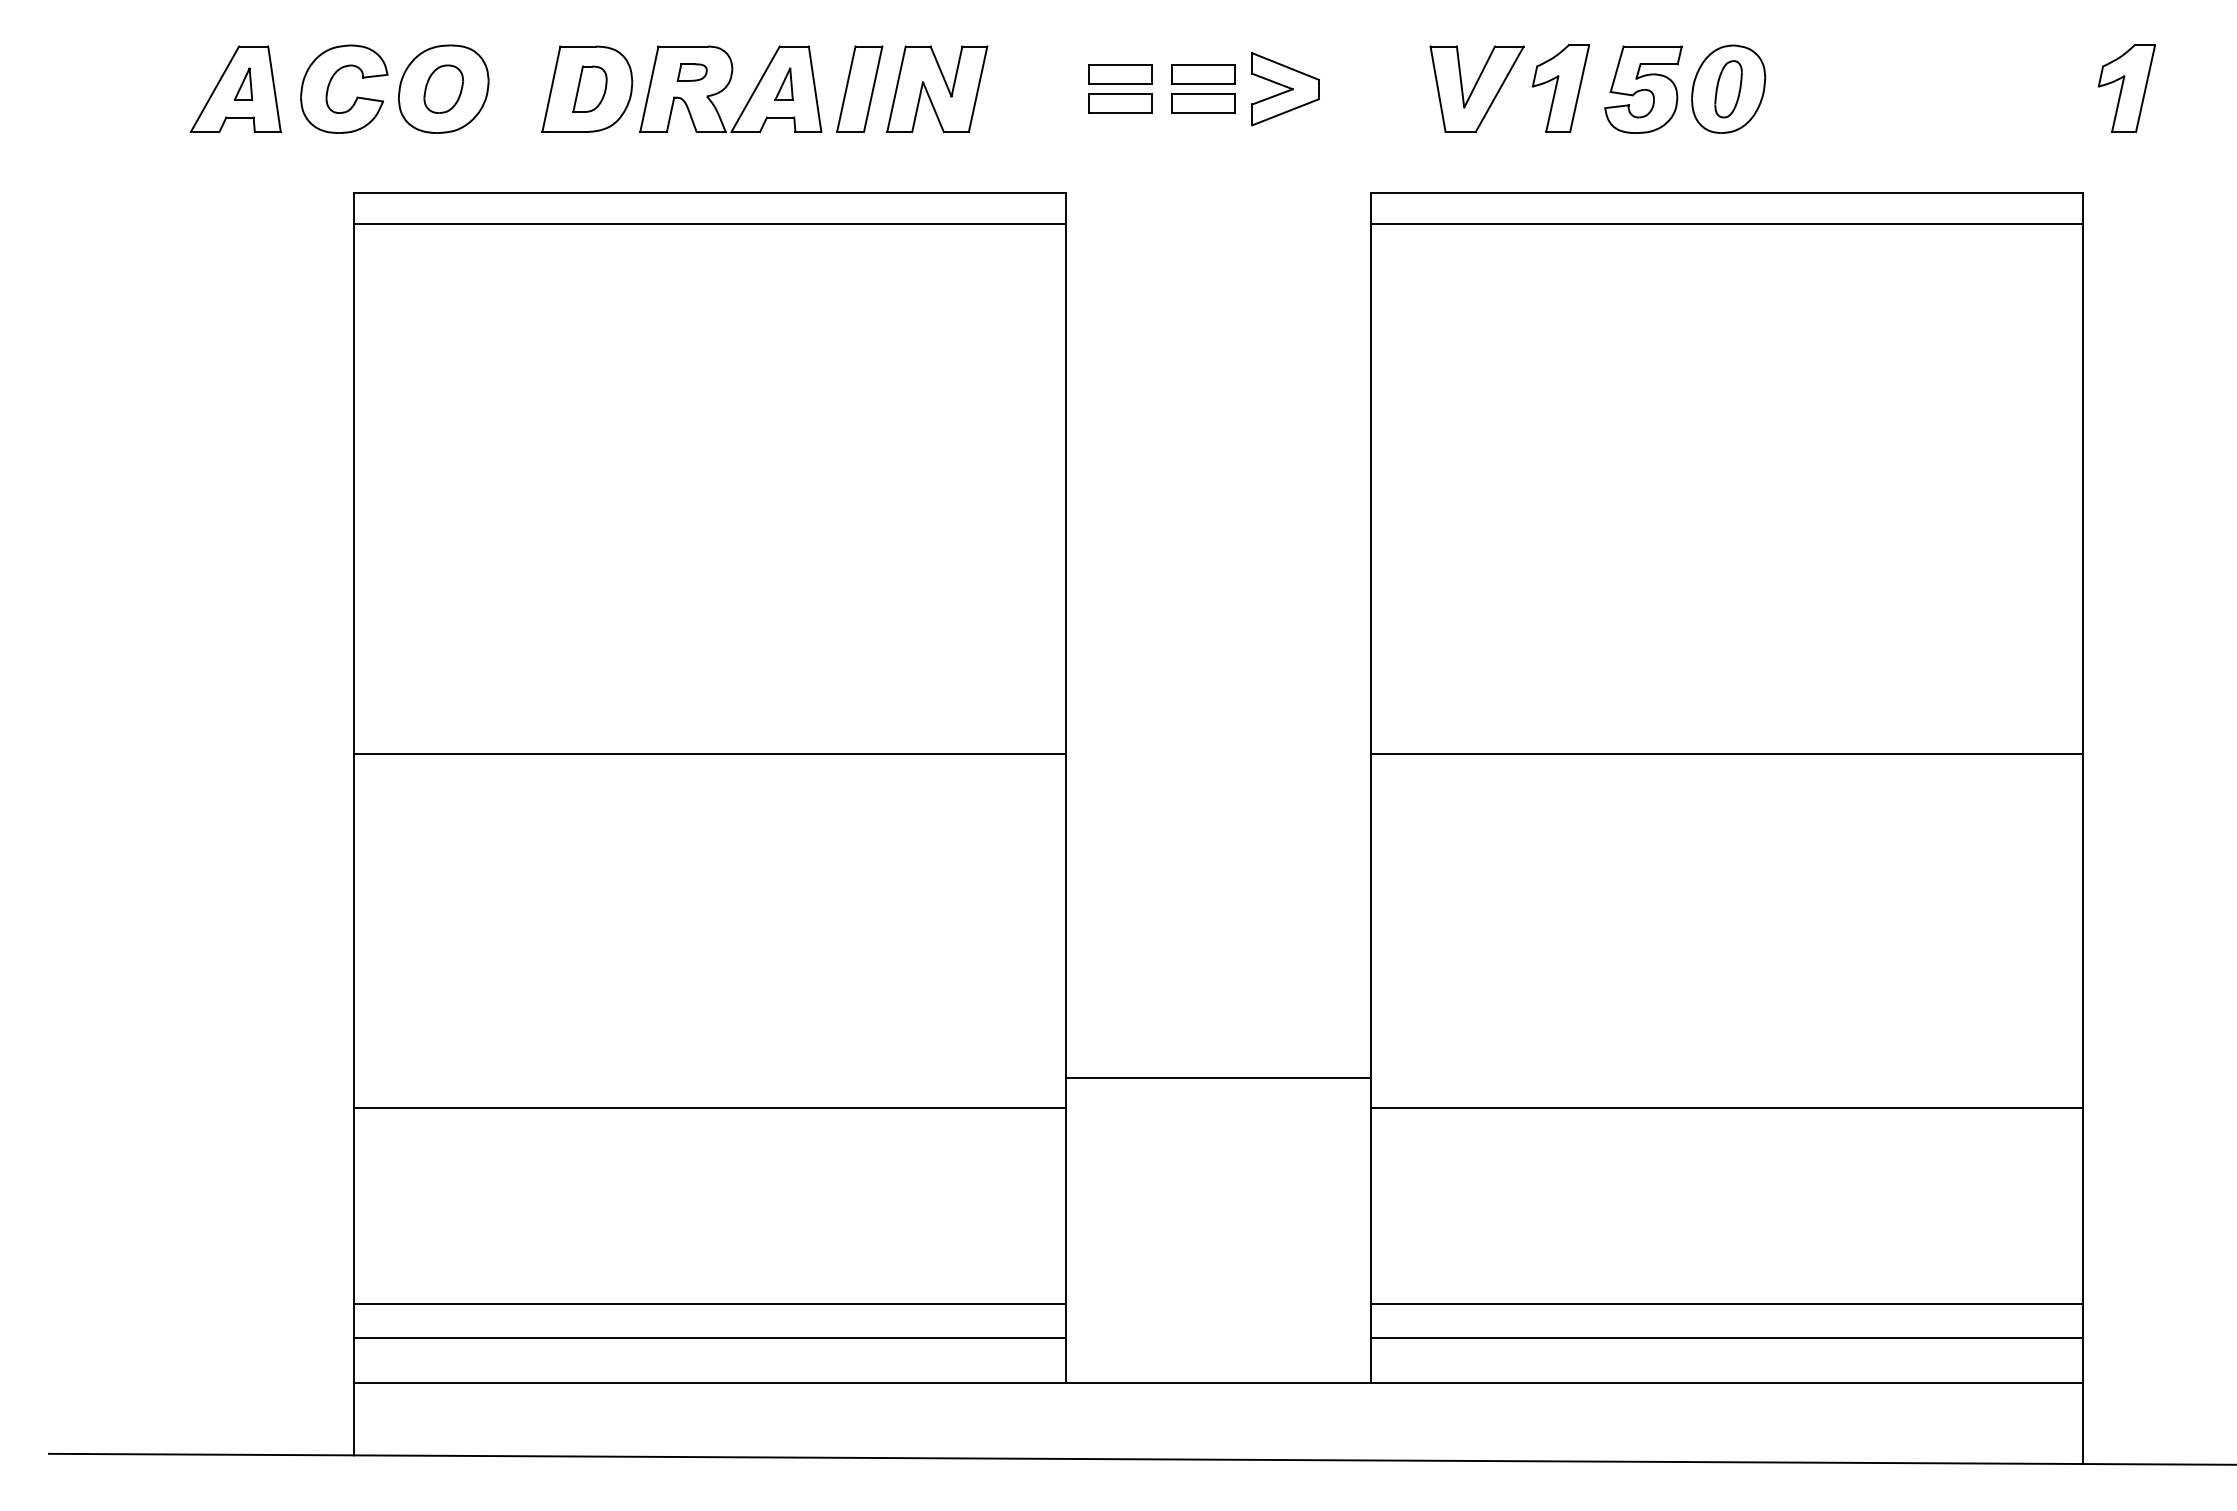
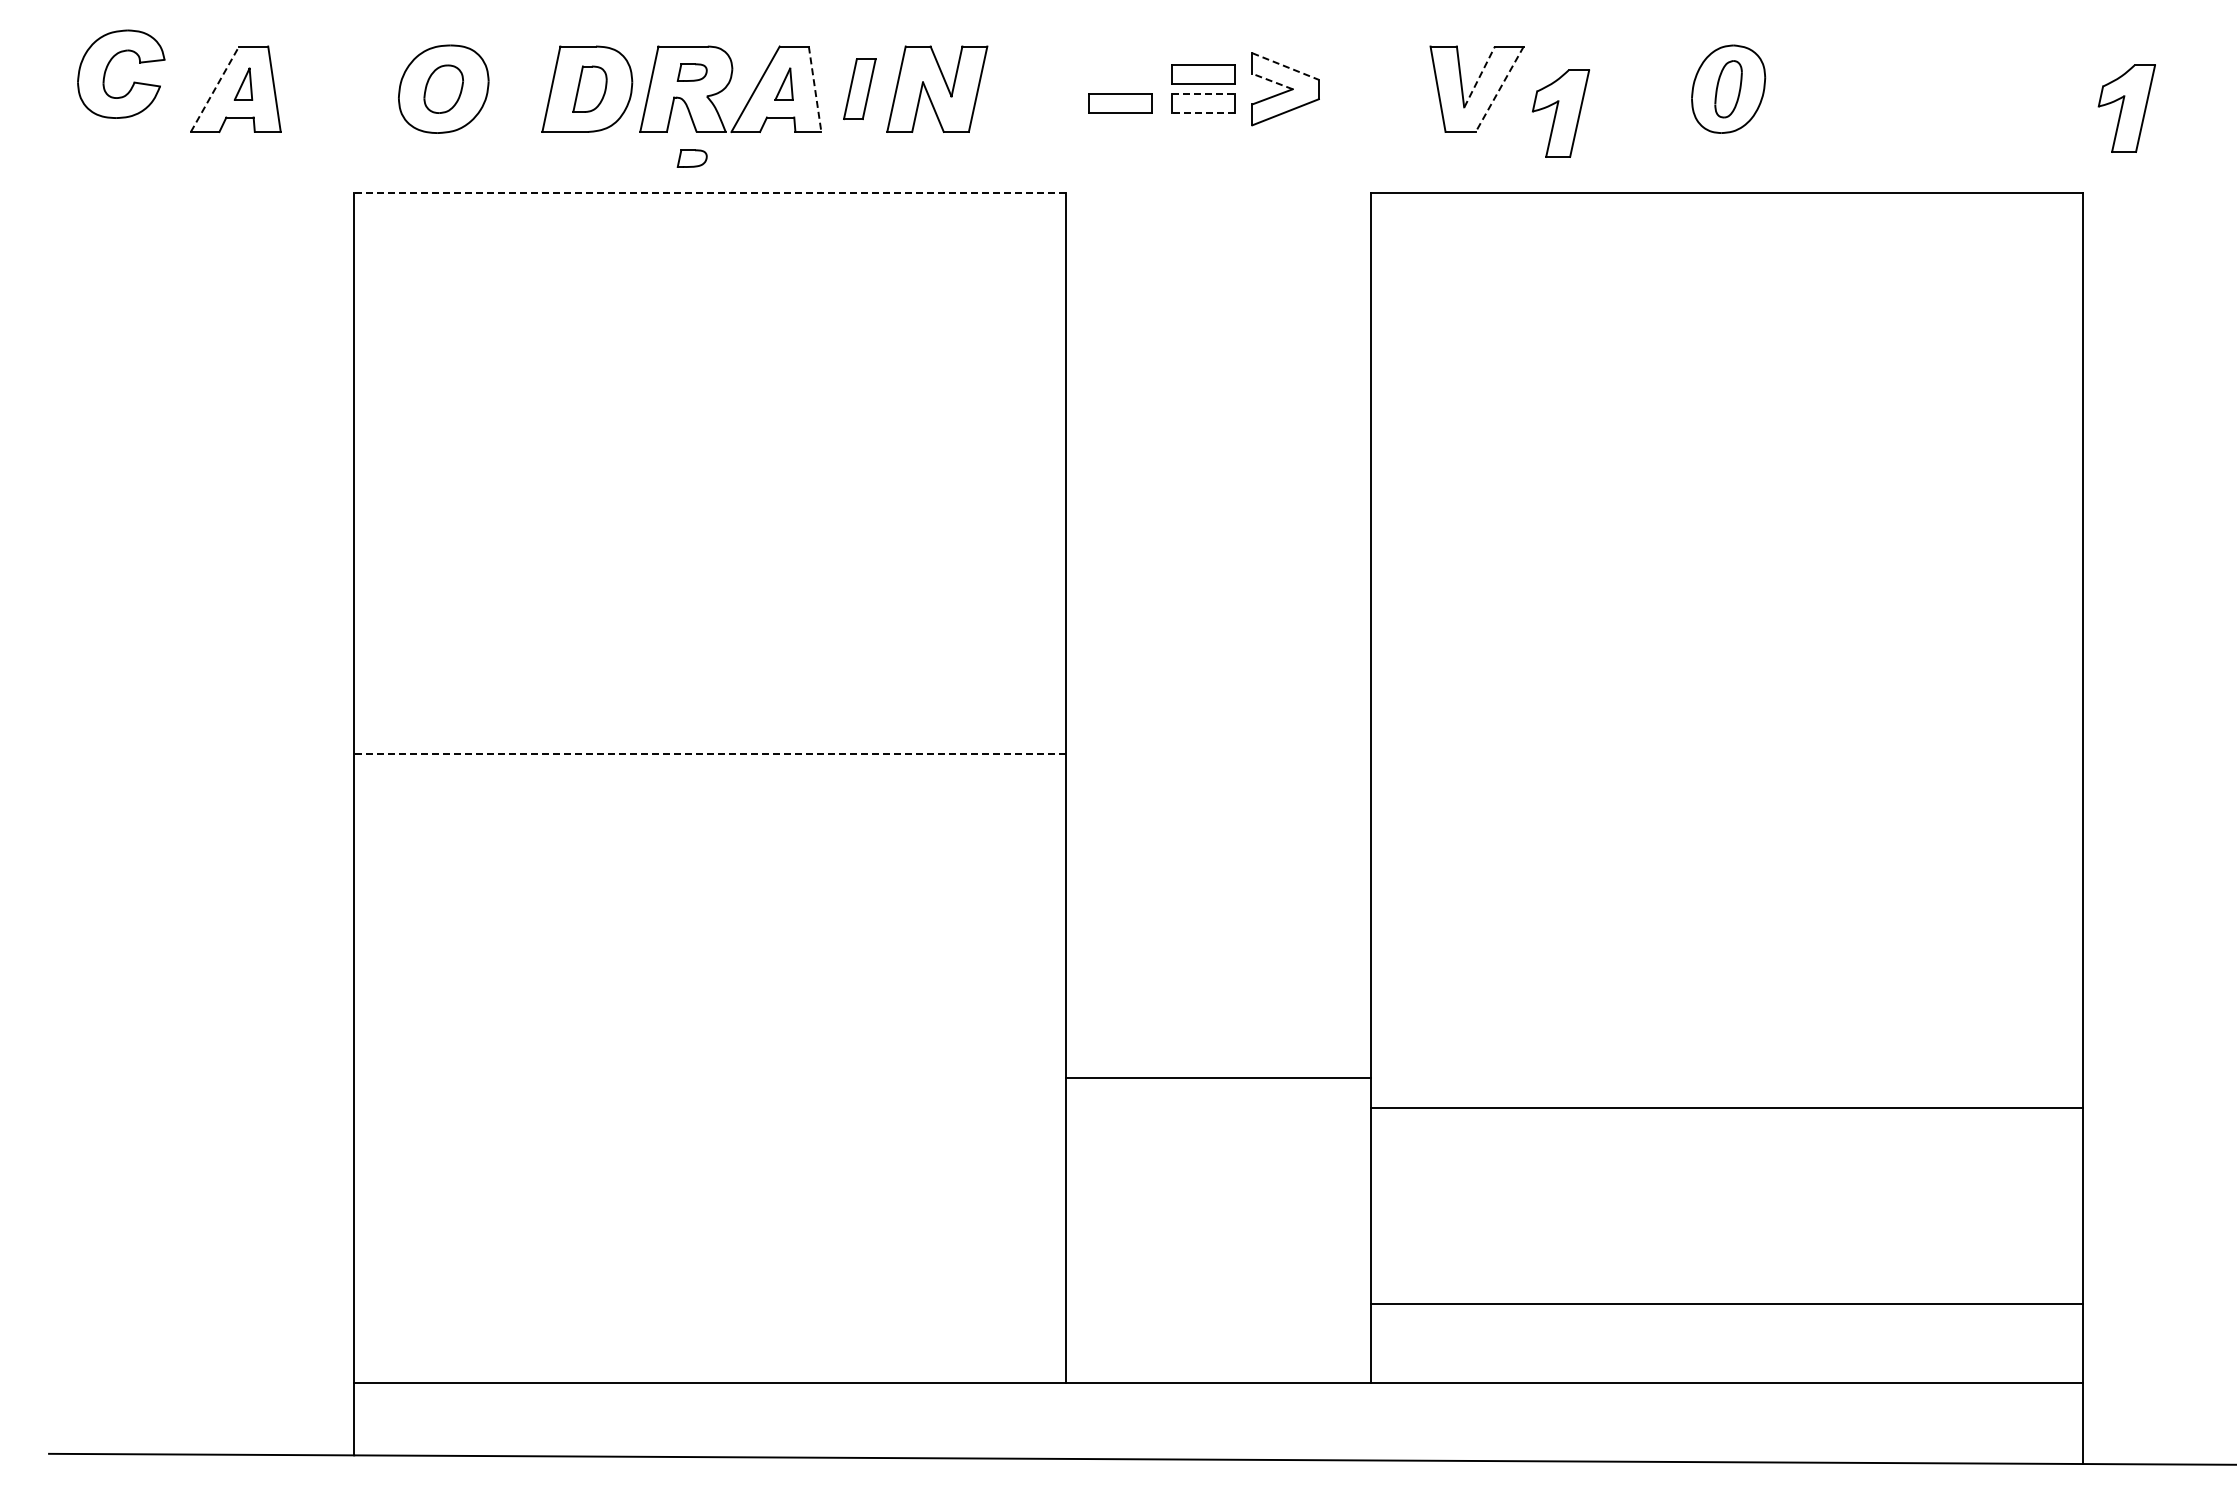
line at (1285, 66): solid -> dashed
part at (1120, 74): present -> none
line at (1479, 76): solid -> dashed
line at (1272, 81): solid -> dashed
line at (215, 88): solid -> dashed
part at (859, 88) size: 48x88 px -> 34x62 px
part at (1561, 88) position: (1561, 88) -> (1561, 113)
part at (2126, 88) position: (2126, 88) -> (2126, 108)
line at (815, 89): solid -> dashed
line at (1499, 89): solid -> dashed
part at (1643, 89): present -> none
line at (1203, 94): solid -> dashed
part at (356, 96) position: (356, 96) -> (133, 81)
line at (1203, 113): solid -> dashed
part at (691, 158): none -> present
line at (709, 193): solid -> dashed
line at (710, 223): present -> none
line at (1727, 223): present -> none
line at (709, 754): solid -> dashed
line at (1727, 754): present -> none
line at (710, 1108): present -> none
line at (710, 1303): present -> none
line at (710, 1338): present -> none
line at (1727, 1338): present -> none
